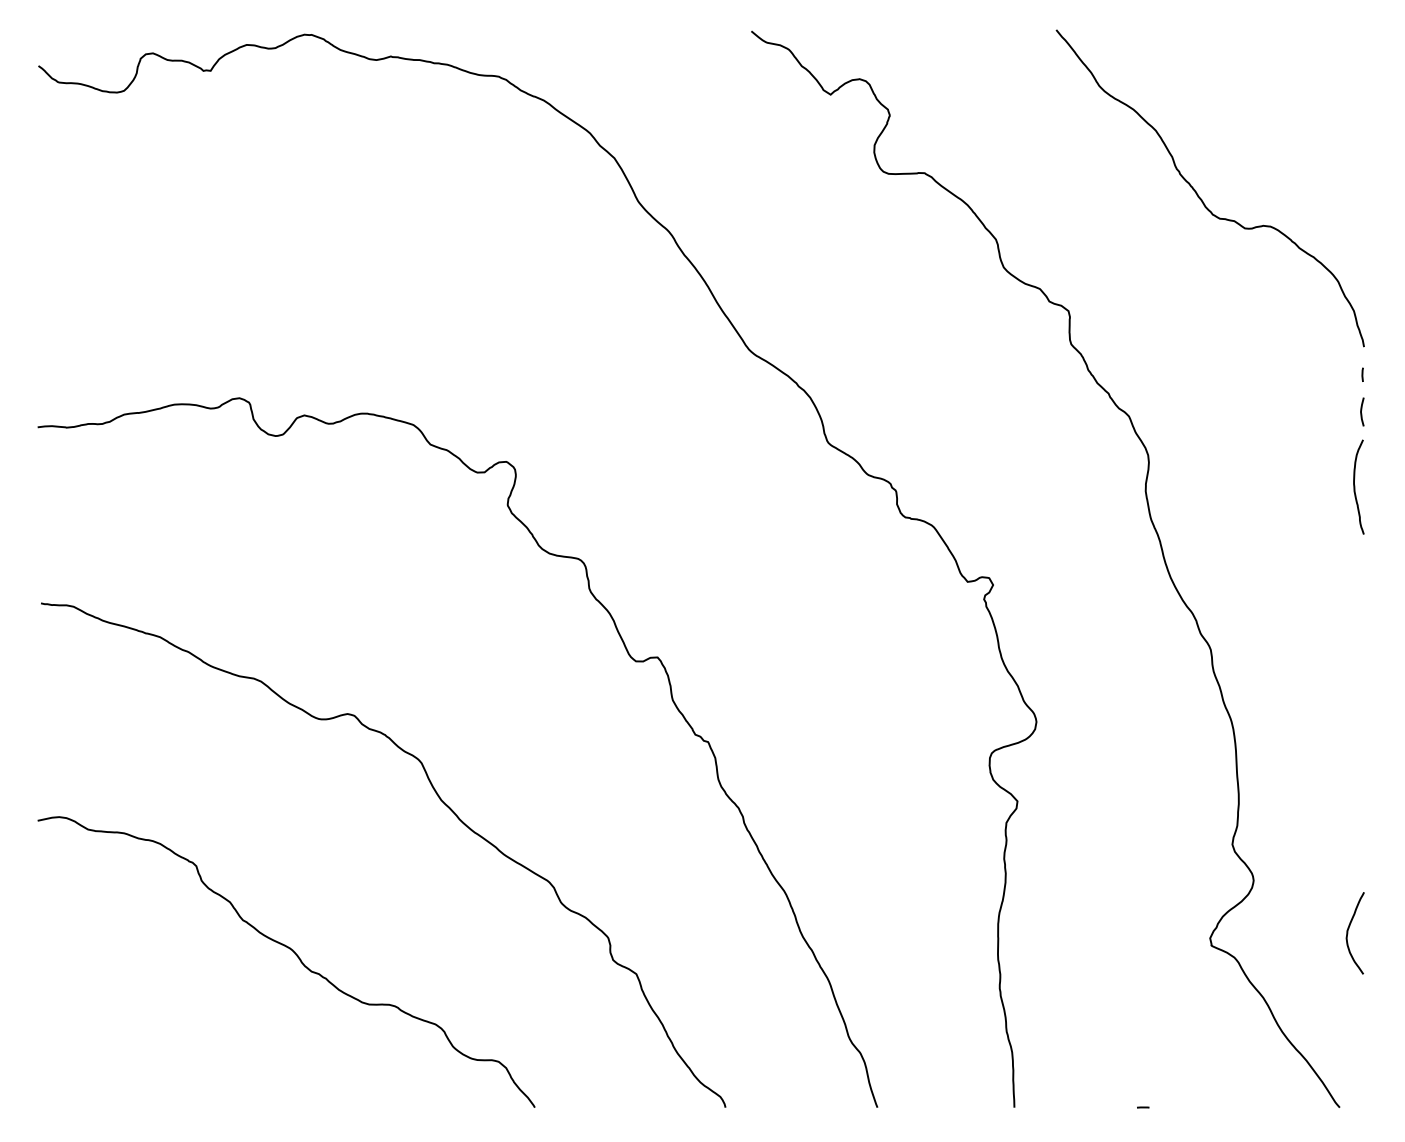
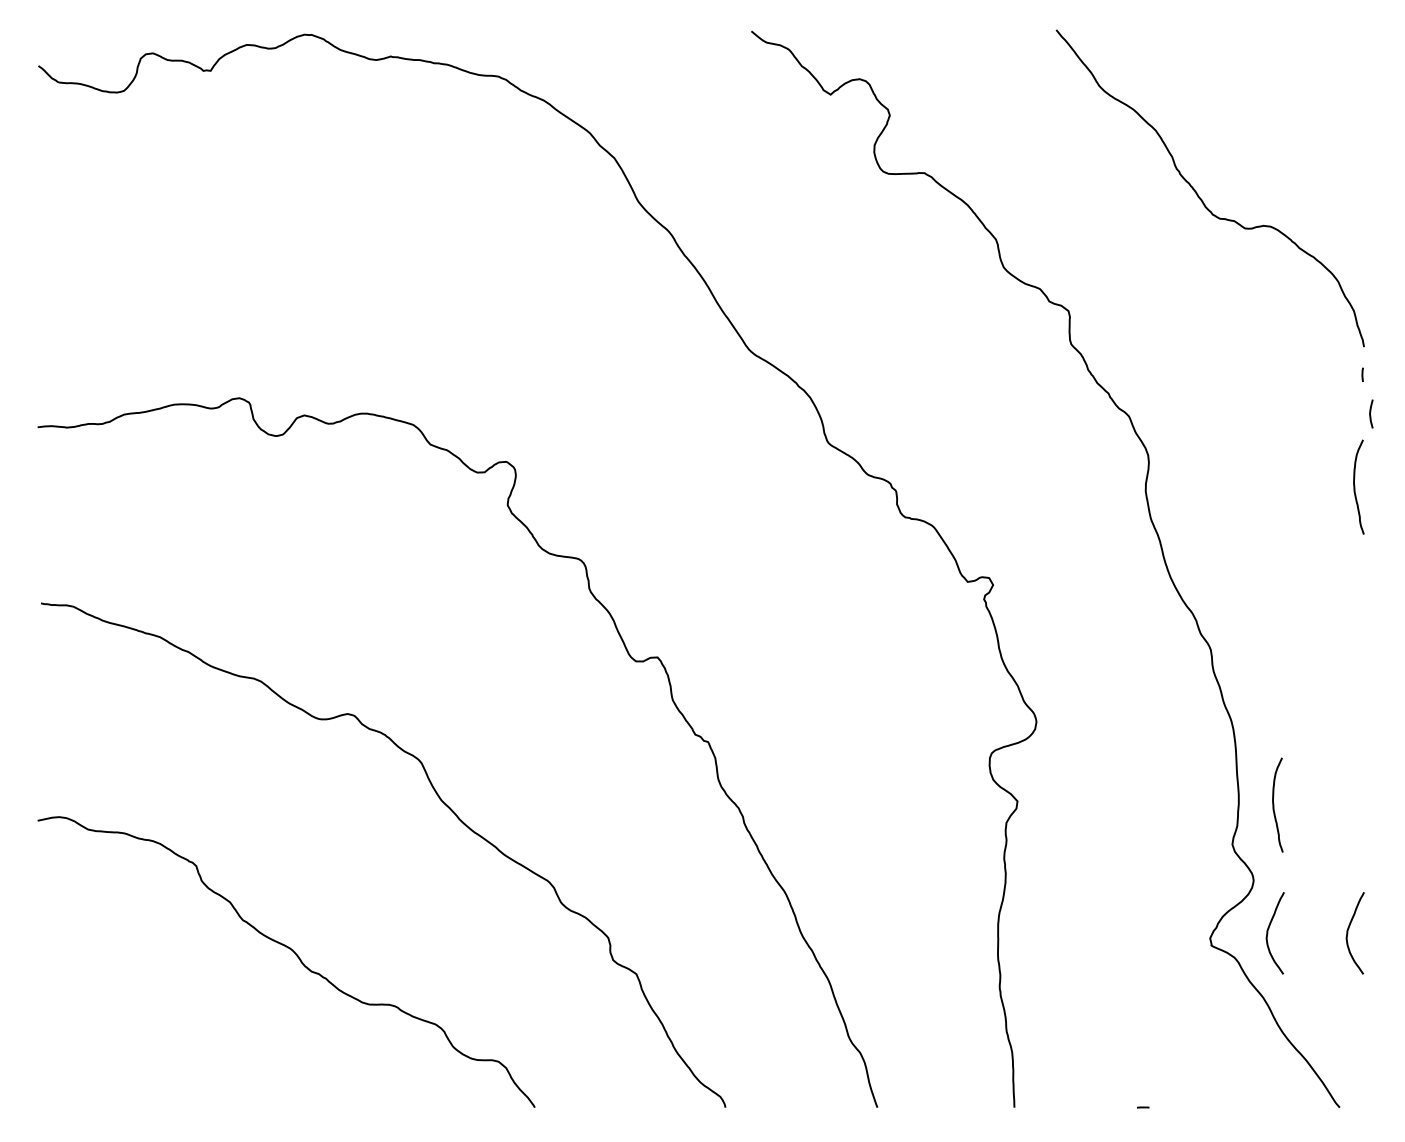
curve at (1362, 410) position: (1362, 410) -> (1371, 412)
curve at (1274, 804): none -> present
curve at (1268, 933): none -> present
